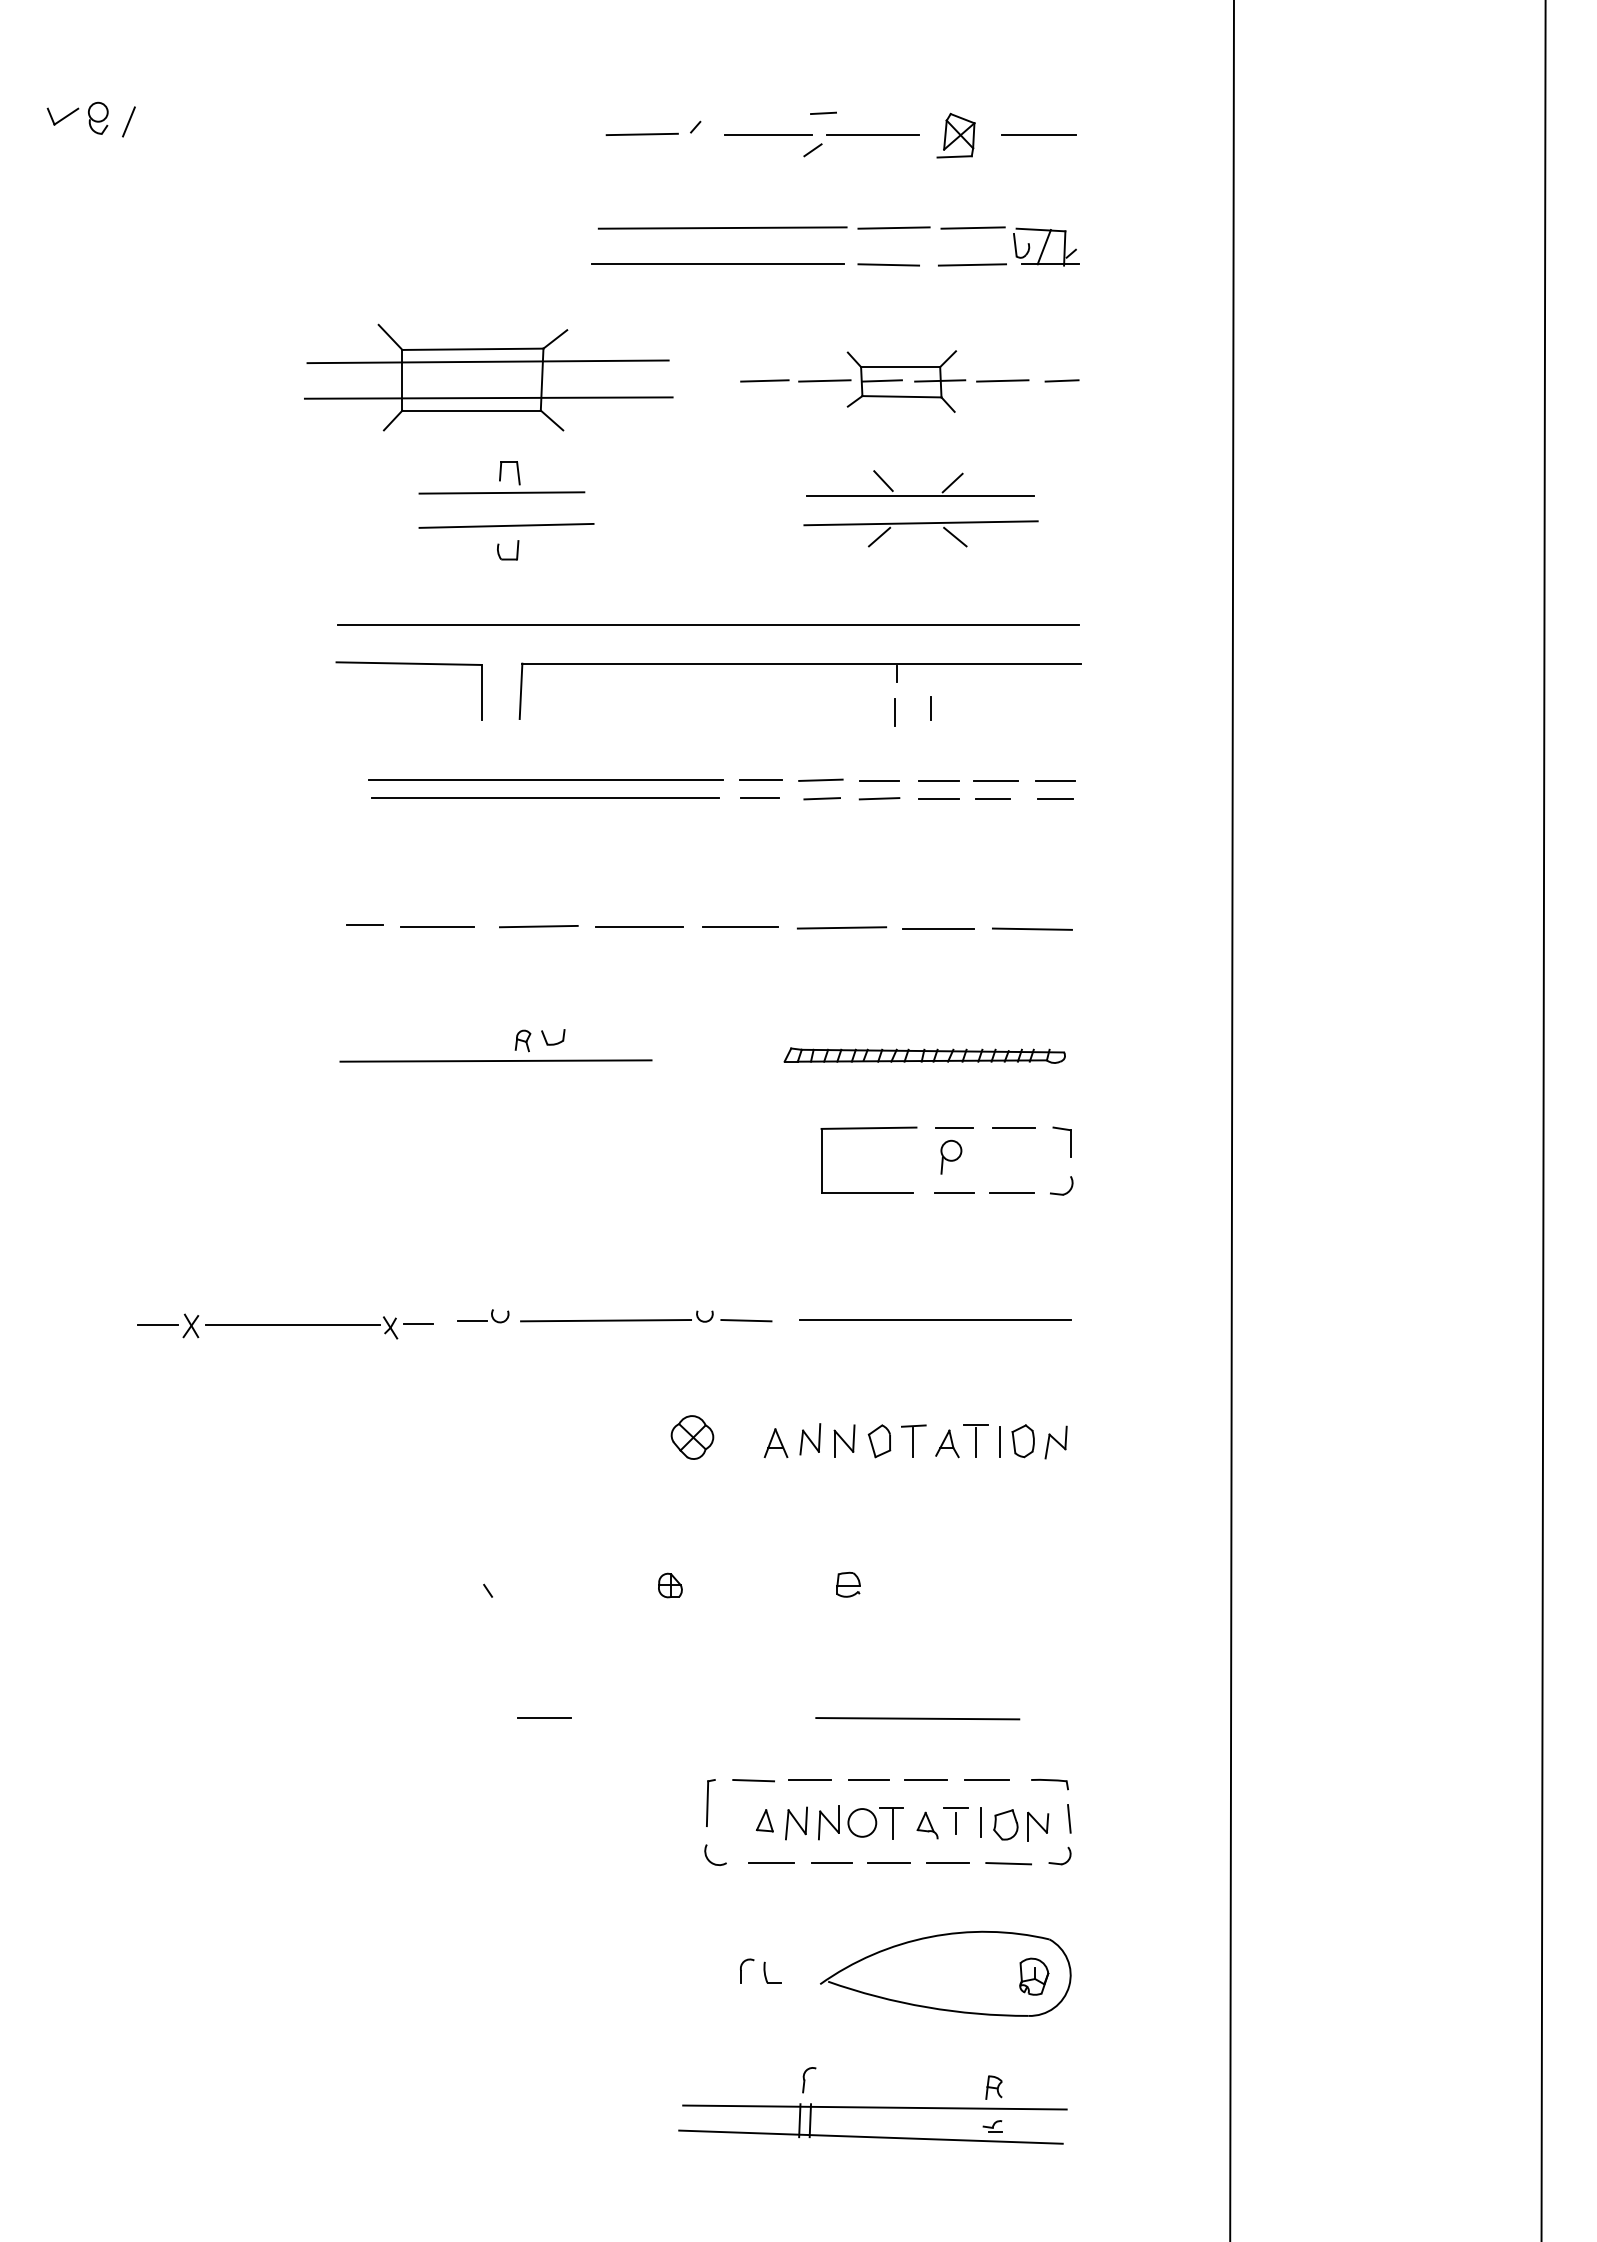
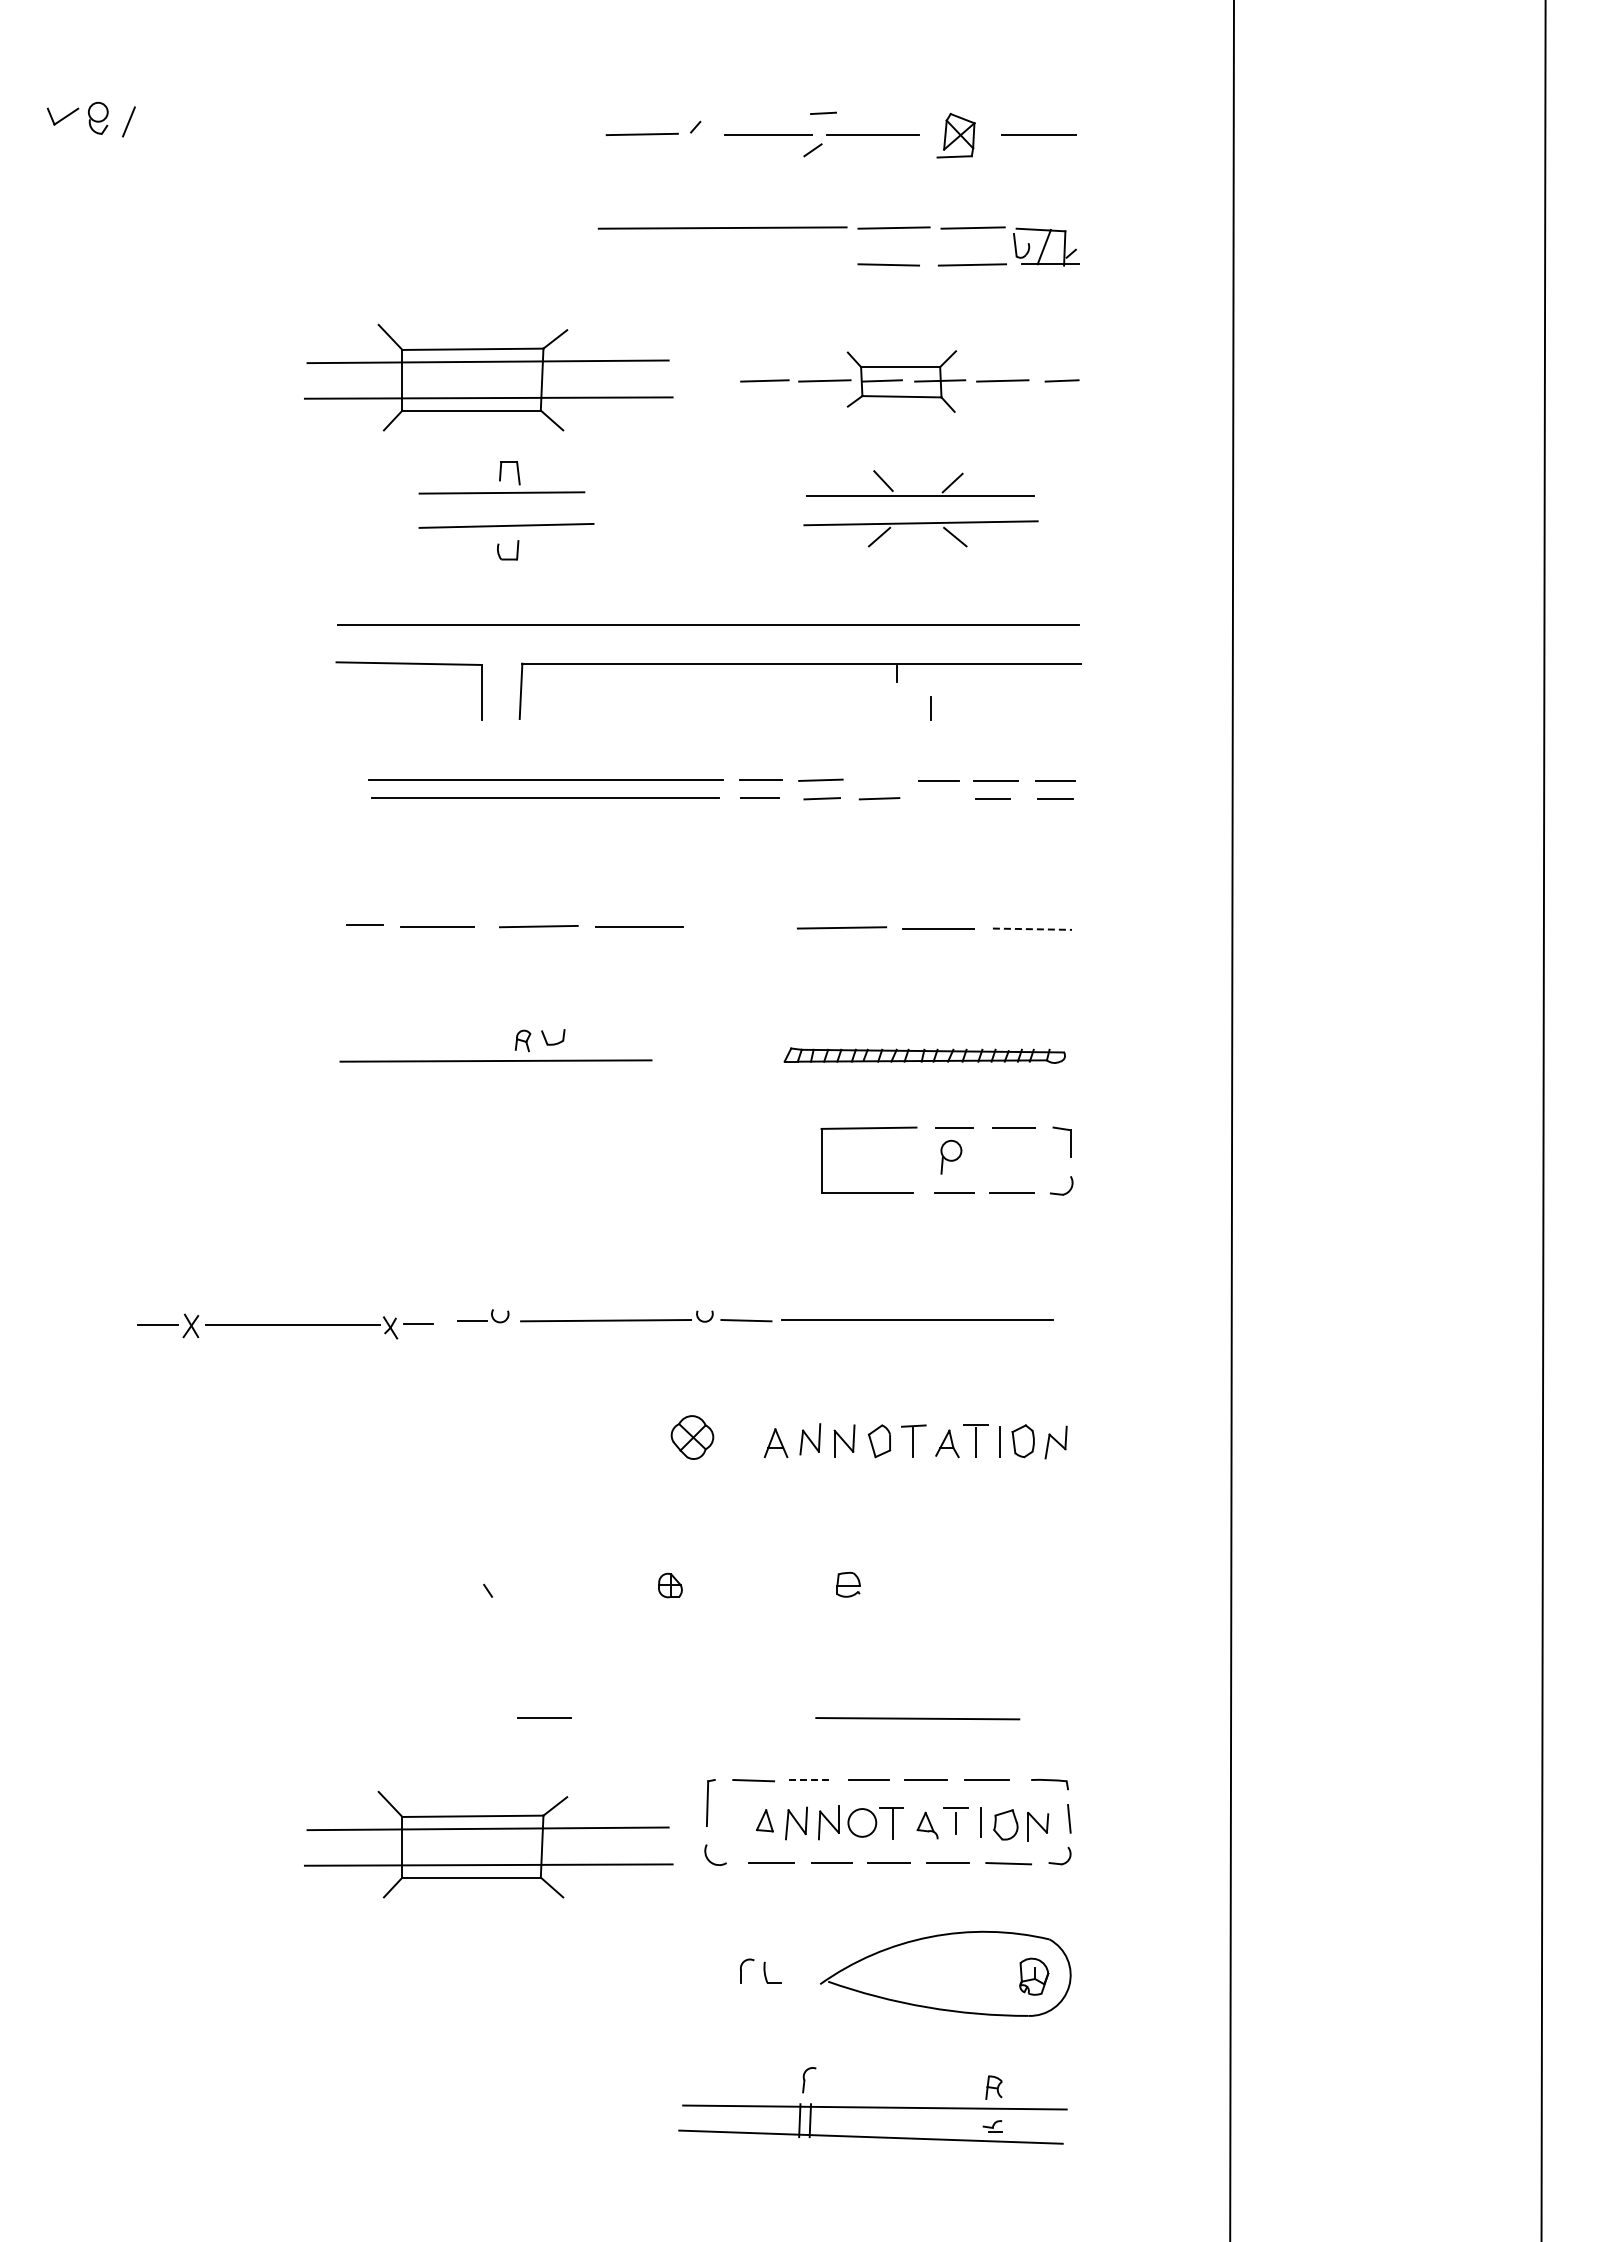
line at (717, 264): present -> none
line at (894, 712): present -> none
line at (879, 780): present -> none
line at (938, 799): present -> none
line at (740, 927): present -> none
line at (1032, 929): solid -> dashed
line at (935, 1319) position: (935, 1319) -> (917, 1319)
line at (810, 1779): solid -> dashed
part at (488, 1844): none -> present
